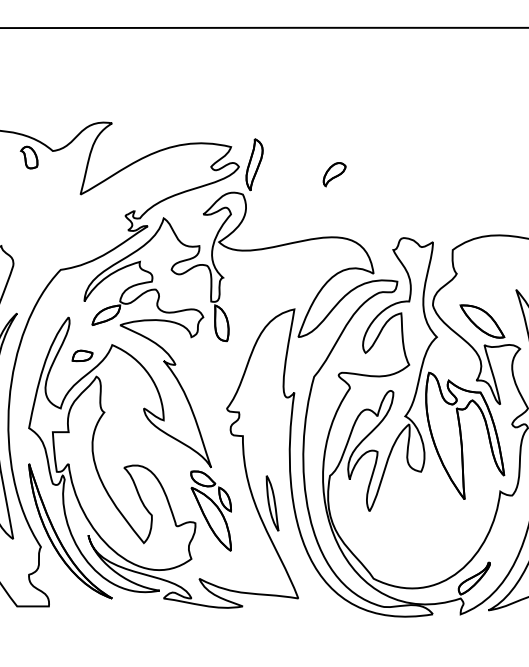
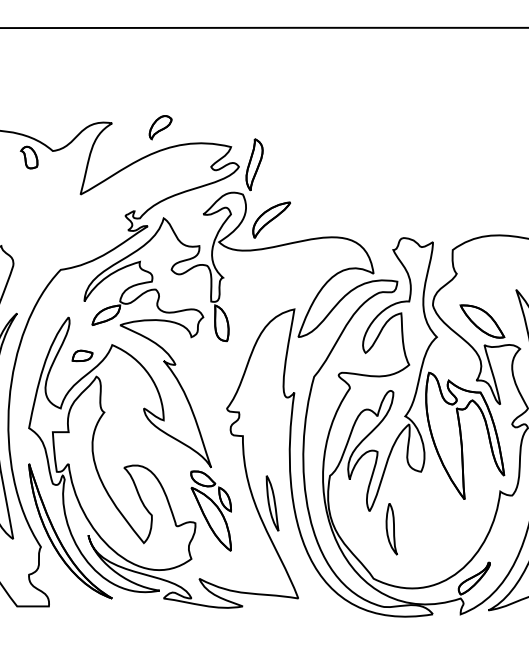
part at (334, 174) position: (334, 174) -> (160, 127)
part at (271, 219): none -> present
part at (391, 529): none -> present
